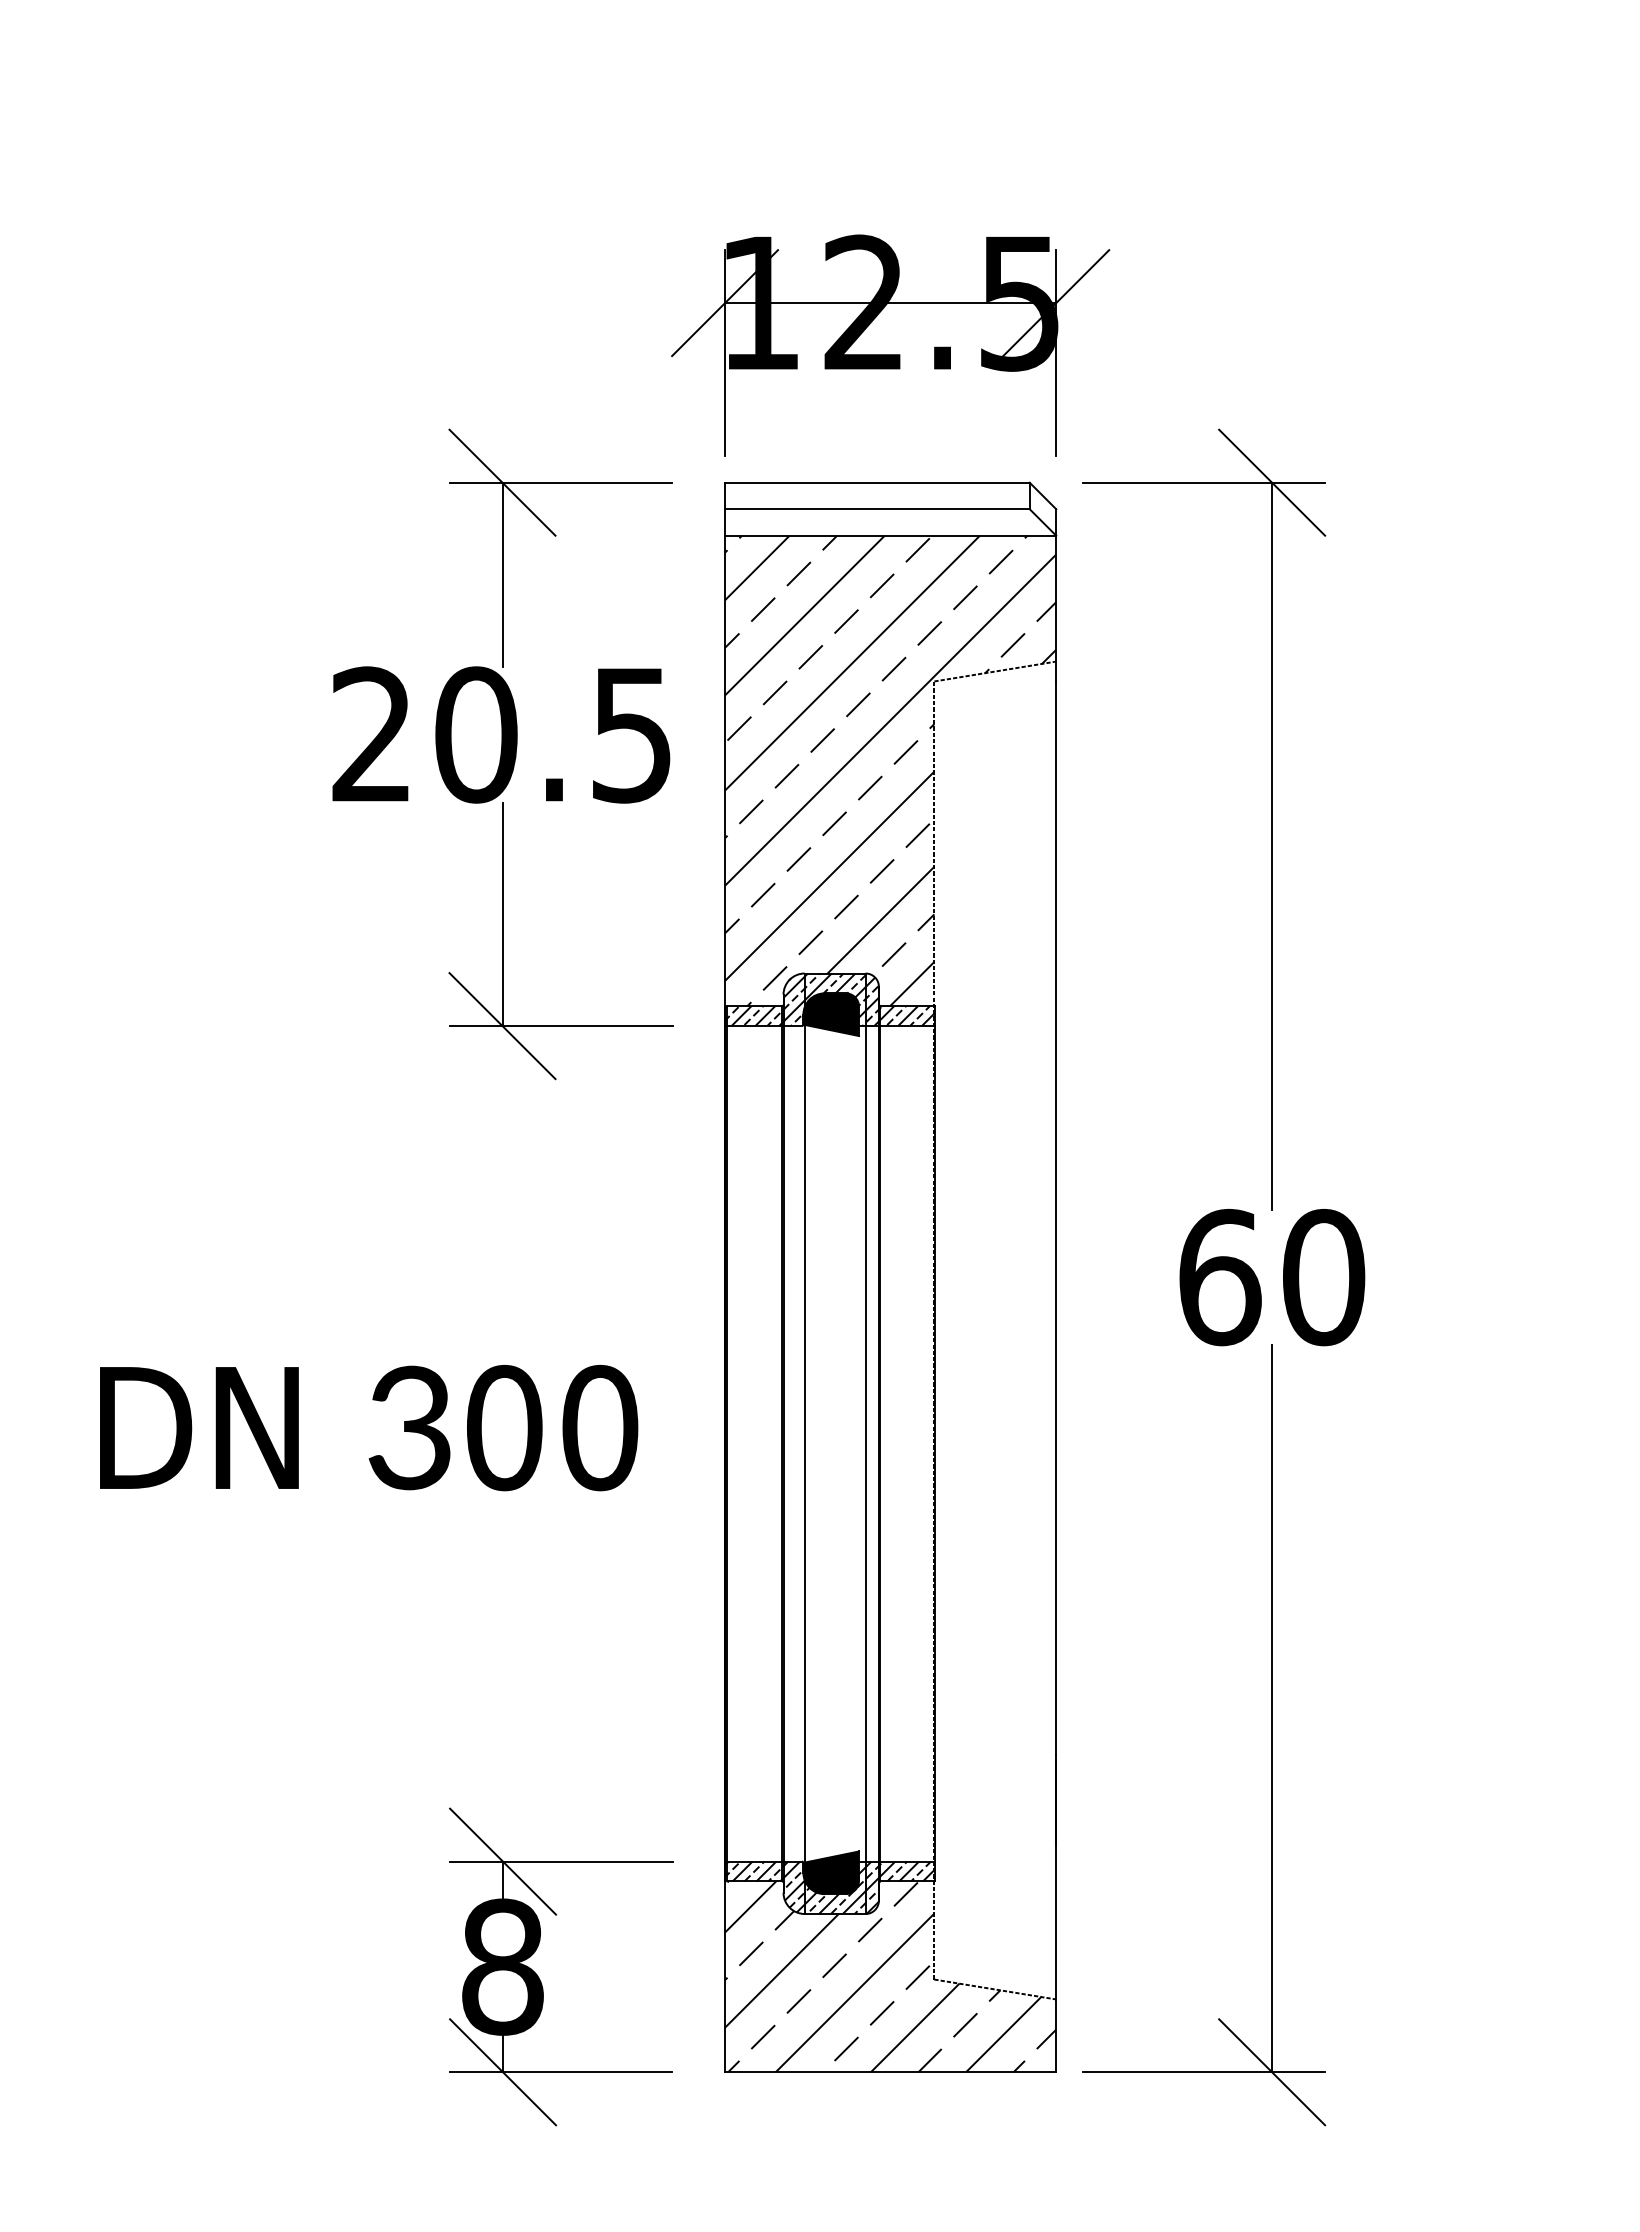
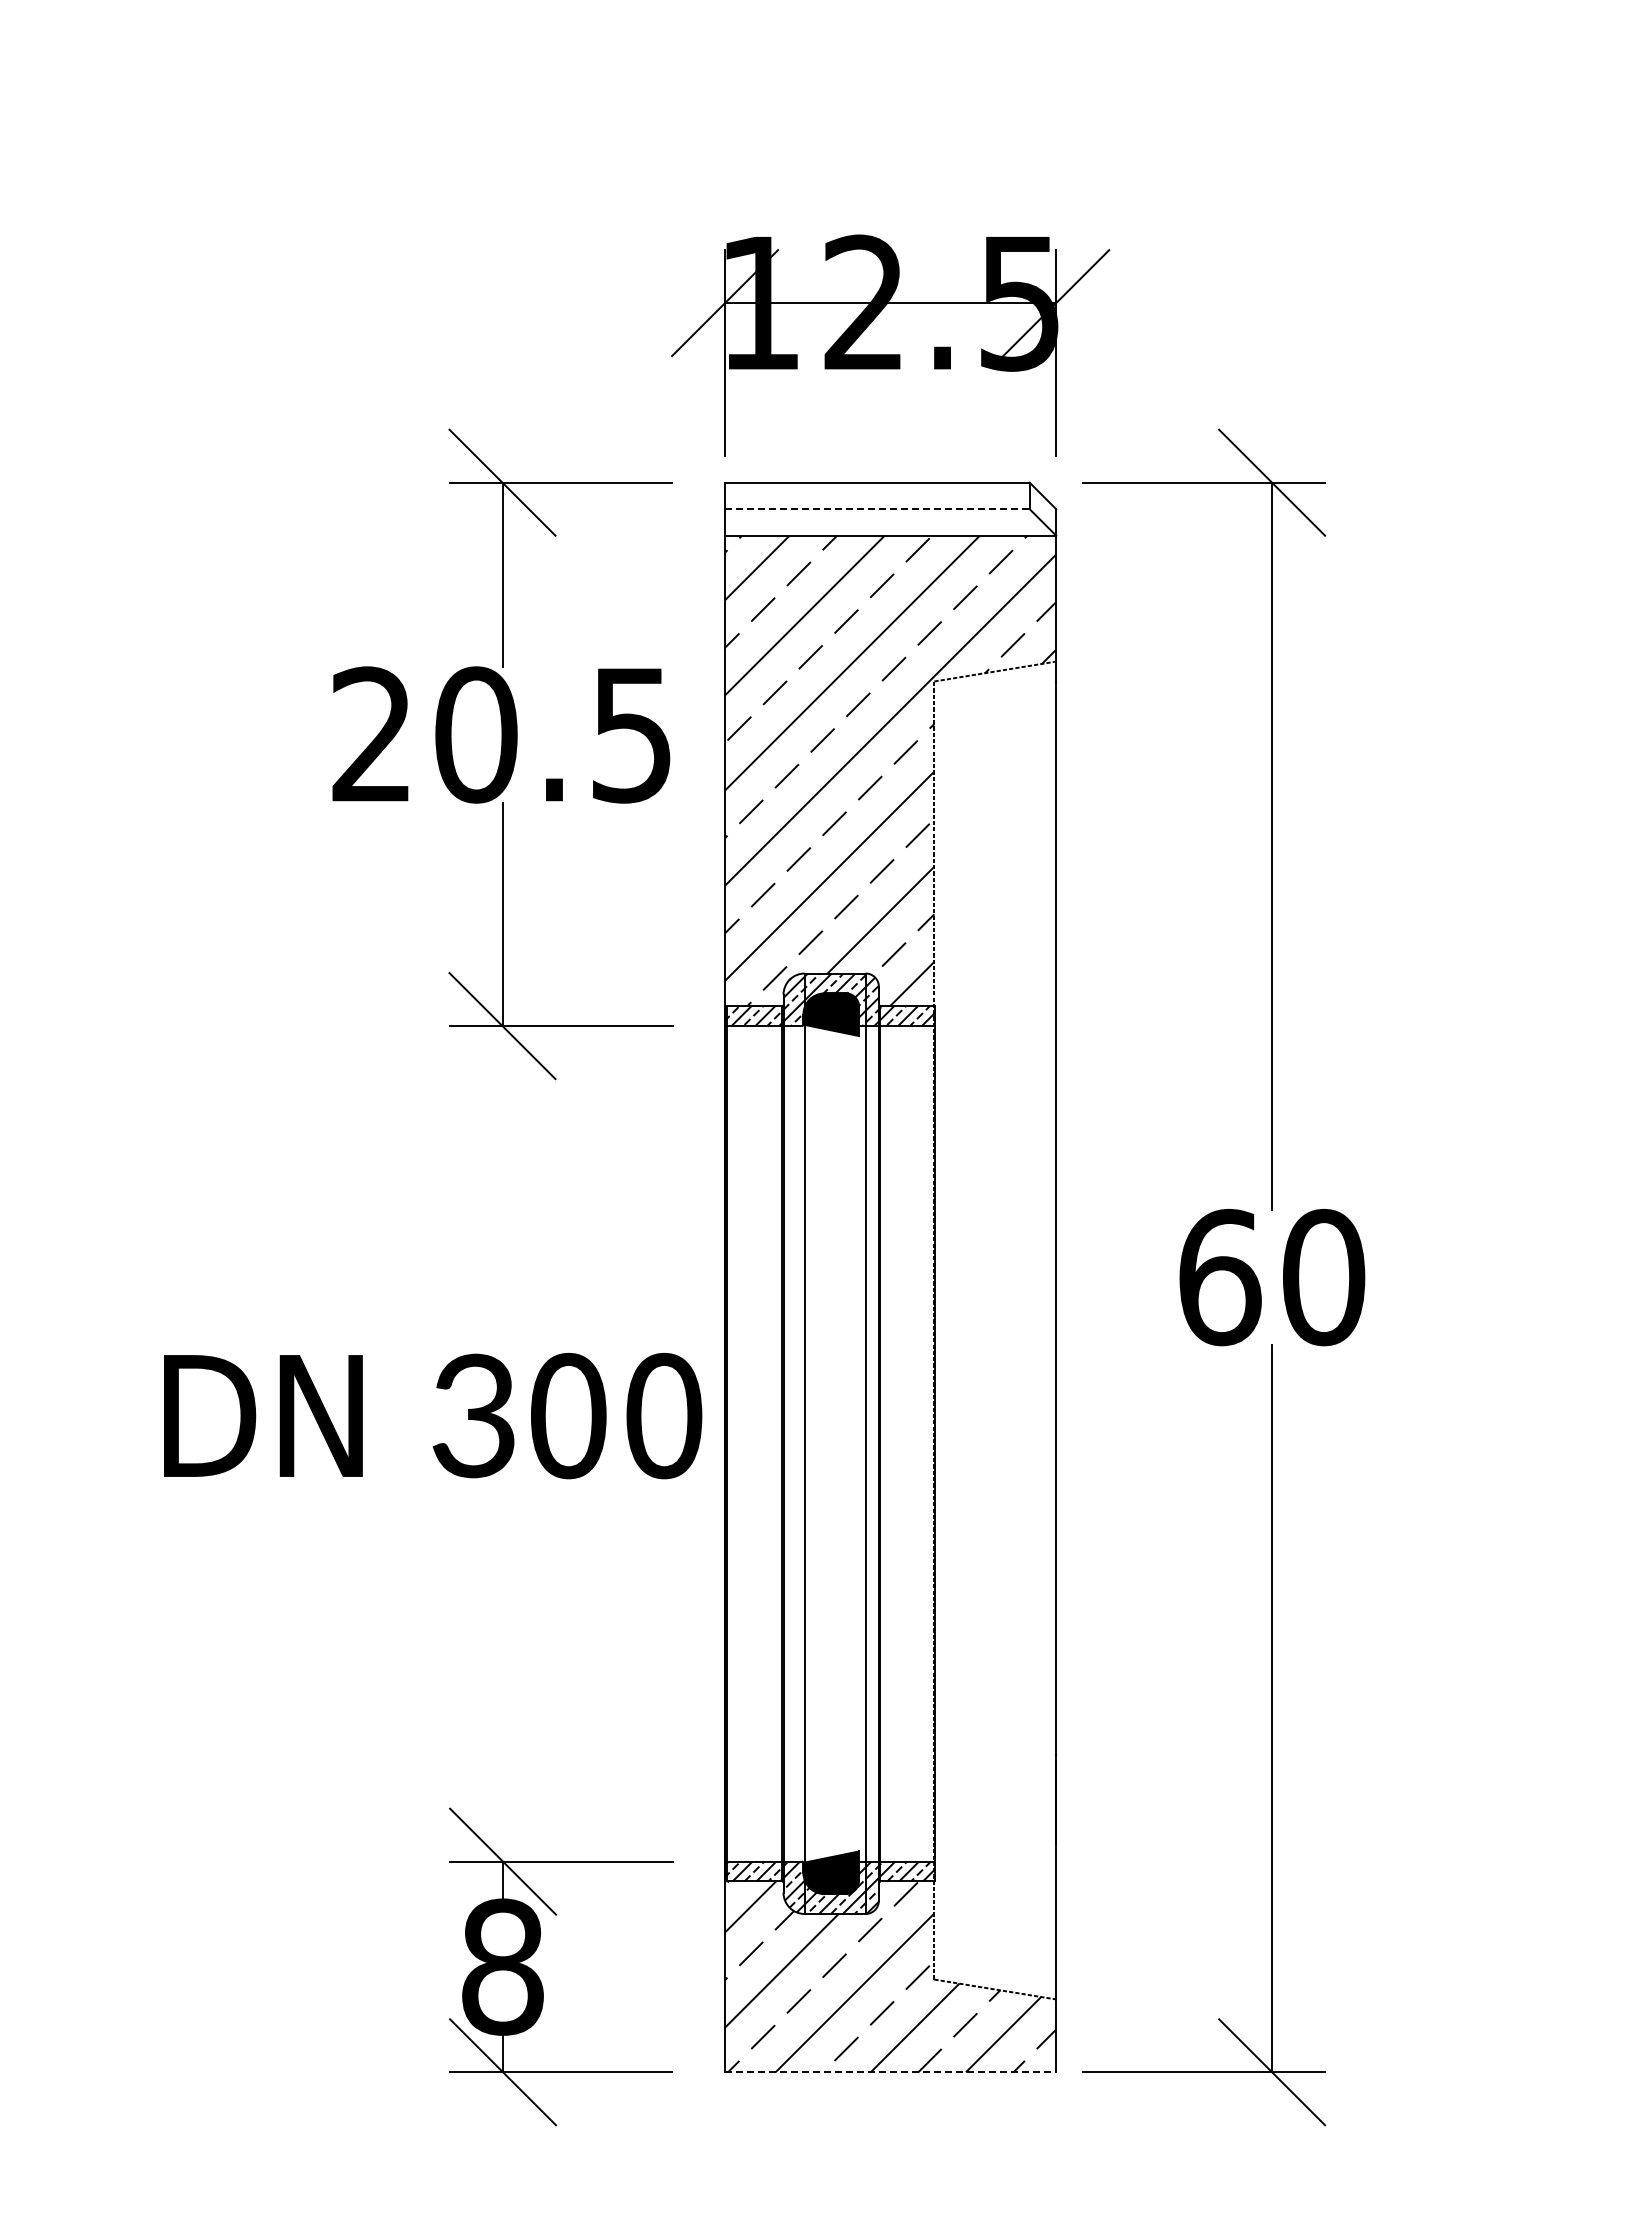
line at (877, 509): solid -> dashed
text at (369, 1428) position: (369, 1428) -> (433, 1416)
line at (890, 2072): solid -> dashed
